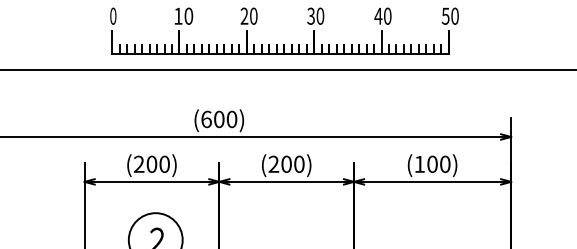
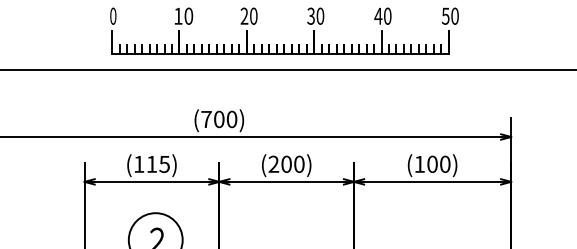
text at (206, 119): (600) -> (700)
text at (151, 163): (200) -> (115)
